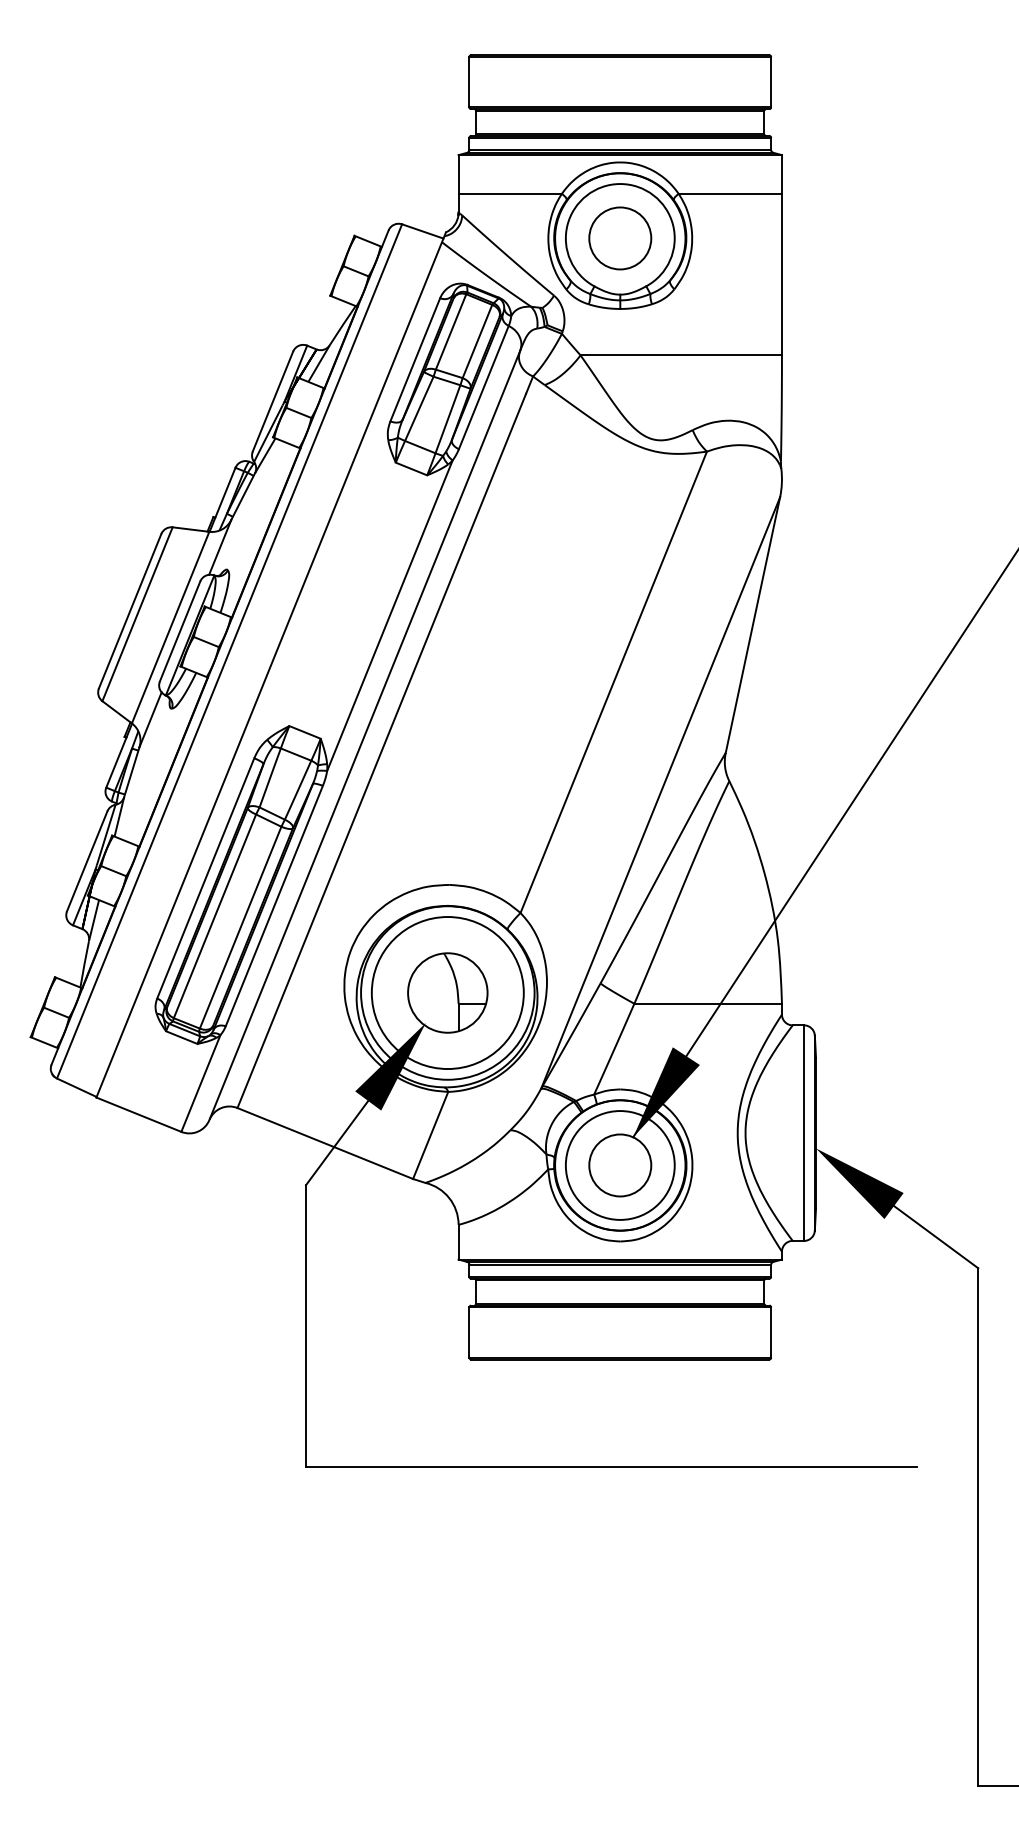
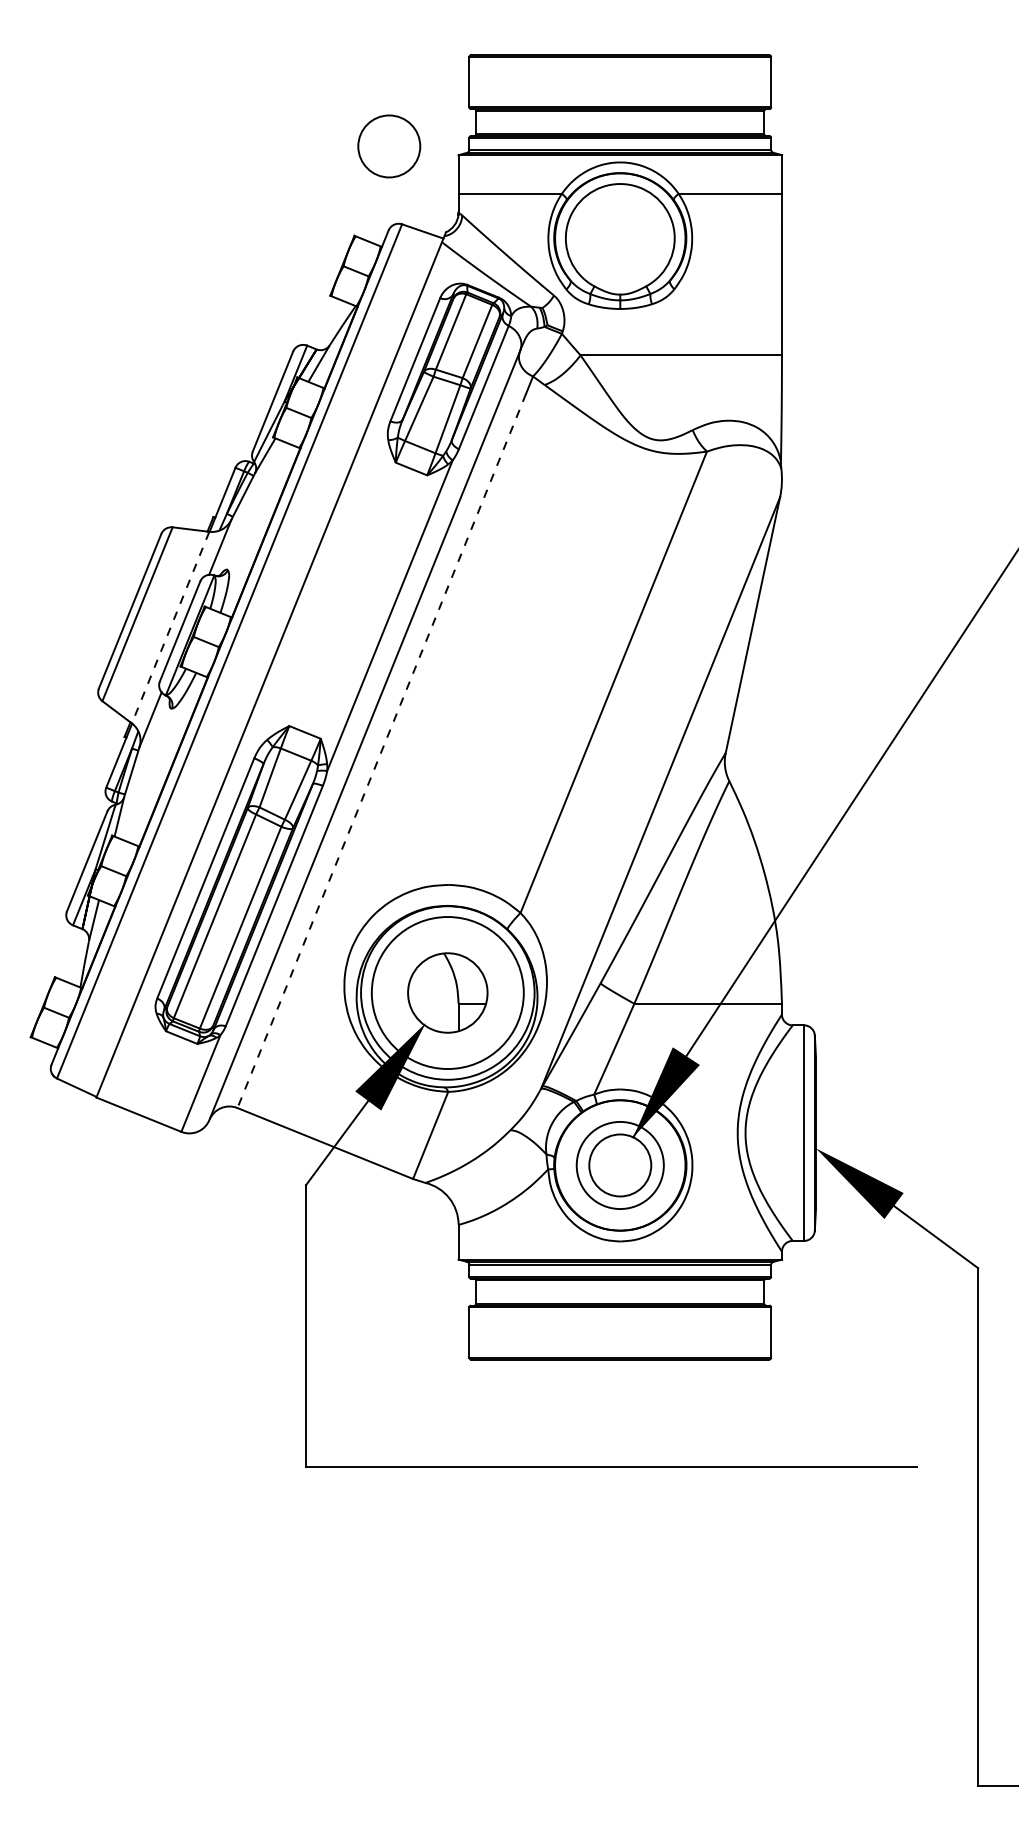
circle at (620, 238) position: (620, 238) -> (389, 146)
line at (170, 628): solid -> dashed
line at (381, 751): solid -> dashed
circle at (619, 1165) diameter: 109 px -> 87 px
